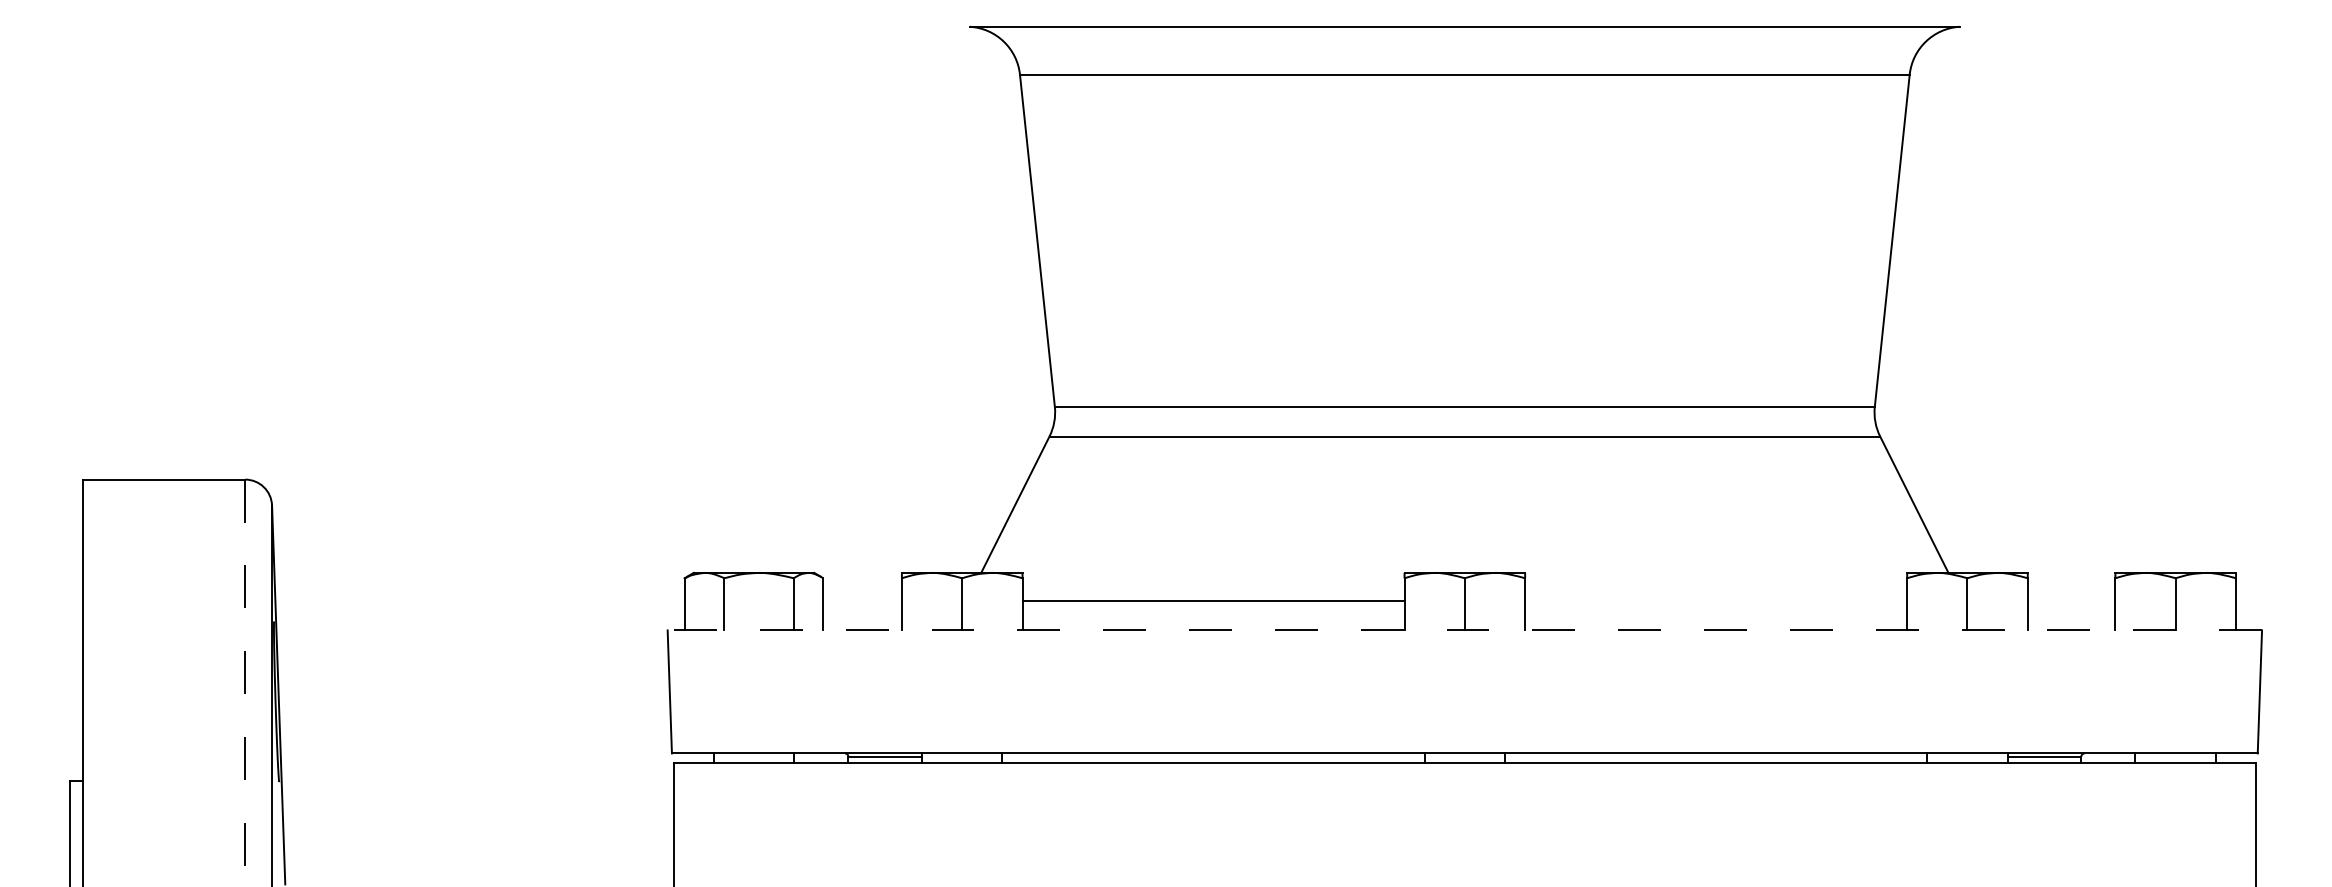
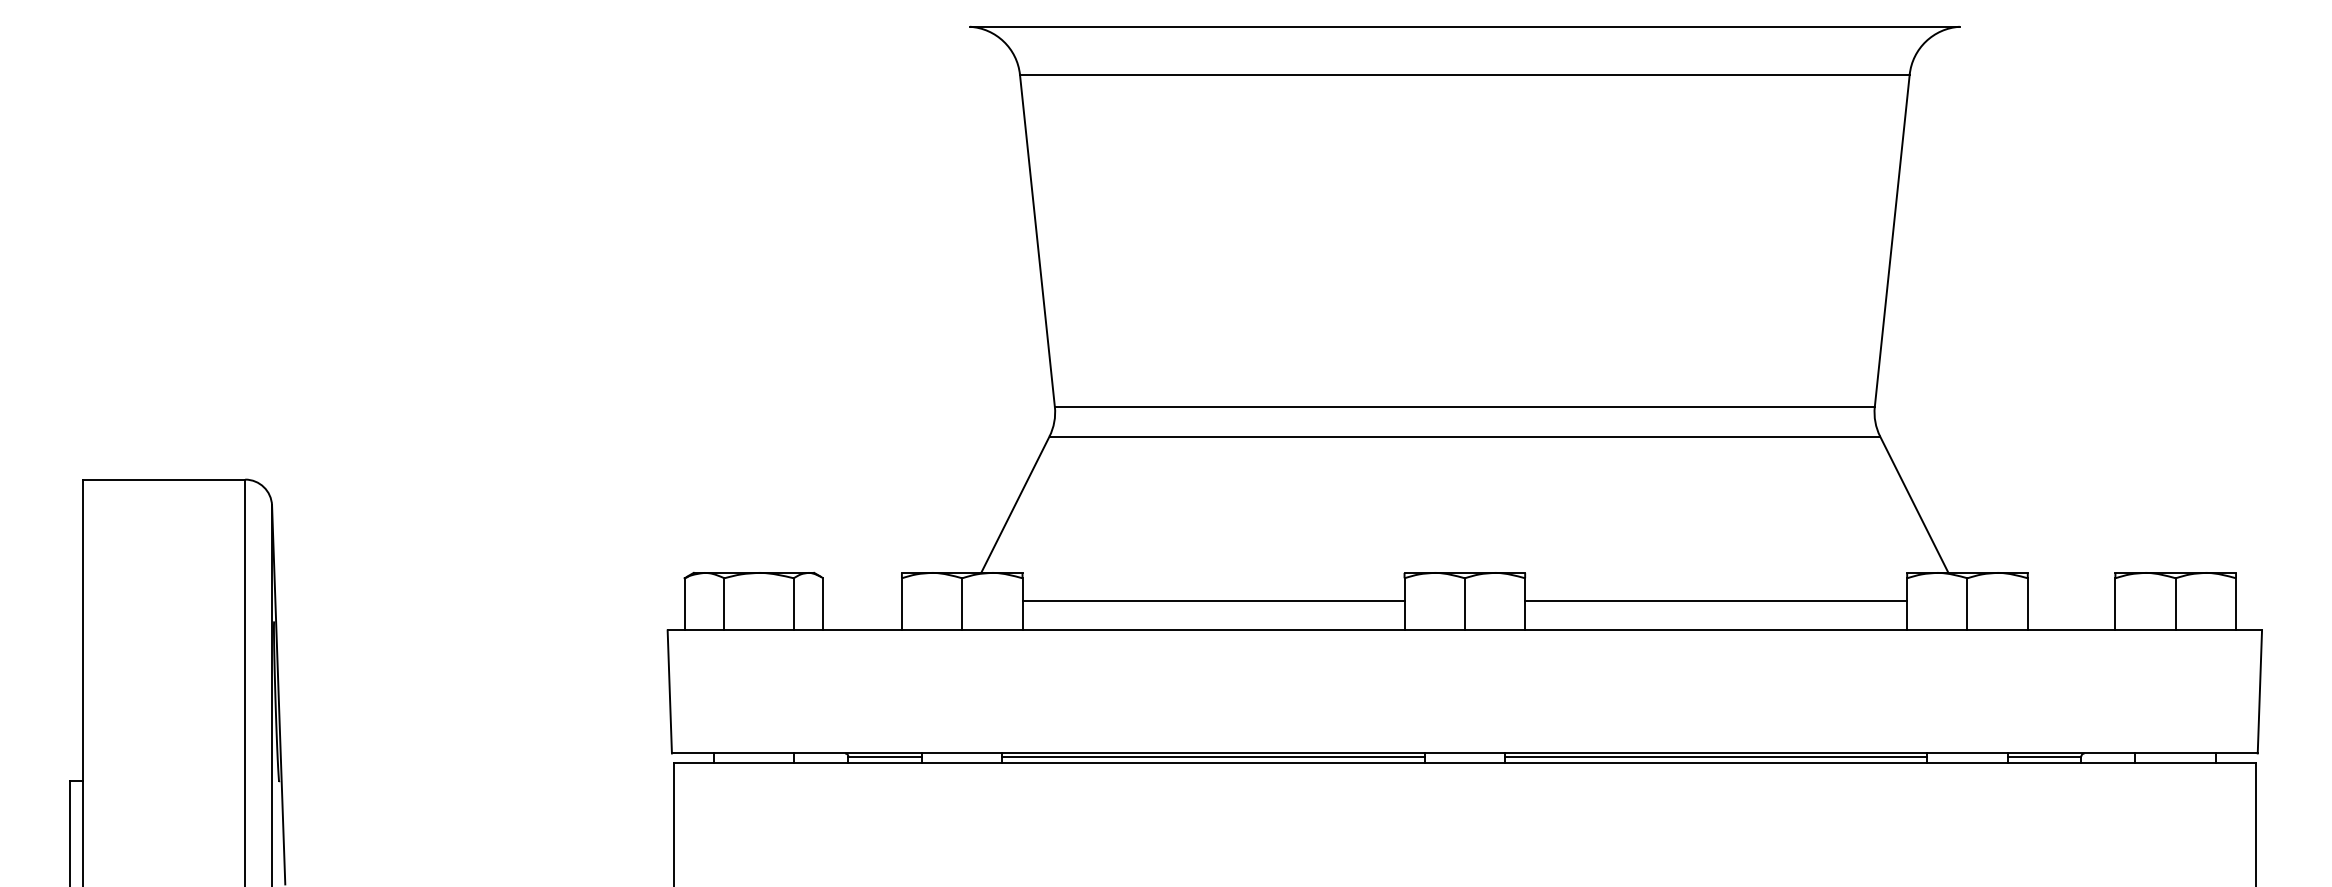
line at (1716, 600): none -> present
line at (1464, 630): dashed -> solid
line at (245, 682): dashed -> solid
line at (1213, 756): none -> present
line at (1716, 756): none -> present
